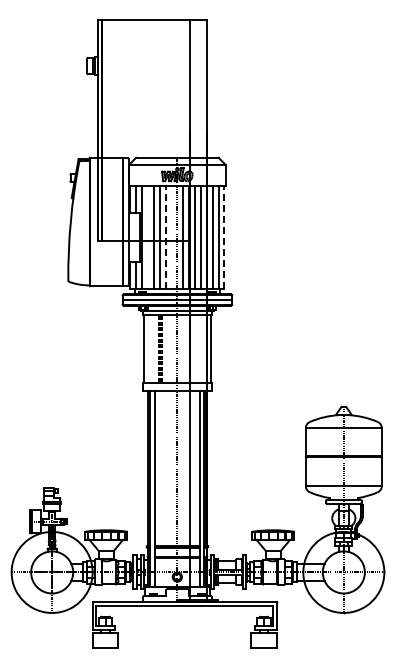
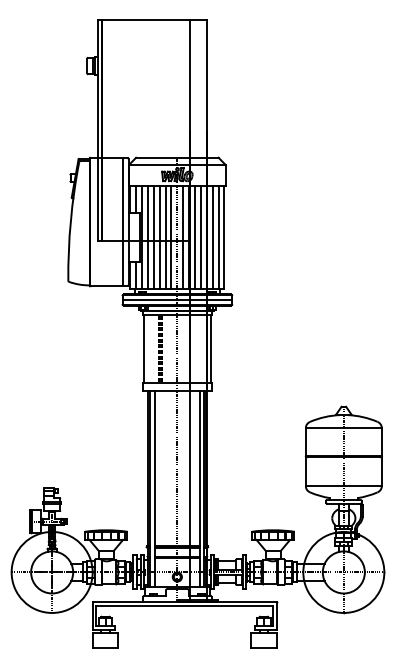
line at (147, 237): none -> present
line at (165, 237): dashed -> solid
line at (171, 237): none -> present
line at (224, 237): dashed -> solid
